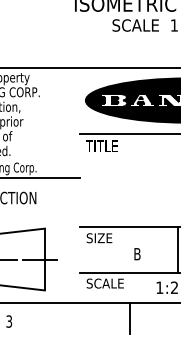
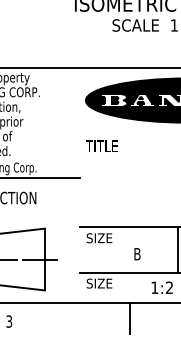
line at (128, 134): present -> none
text at (108, 283): SCALE -> SIZE
text at (166, 287) position: (166, 287) -> (161, 287)
